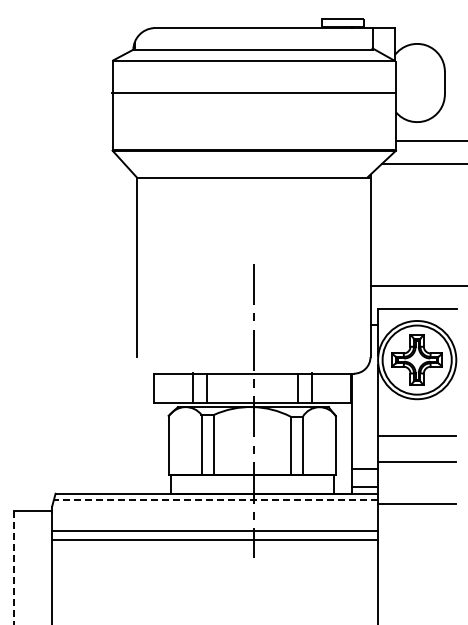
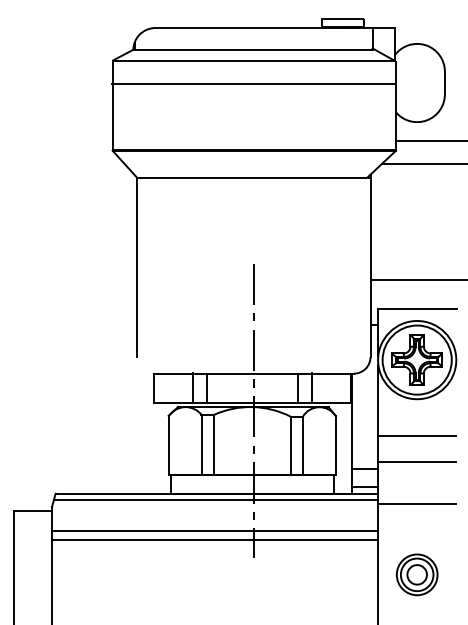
line at (253, 92) position: (253, 92) -> (253, 83)
line at (417, 286) position: (417, 286) -> (417, 280)
line at (215, 500): dashed -> solid
line at (13, 567): dashed -> solid
part at (417, 574): none -> present
